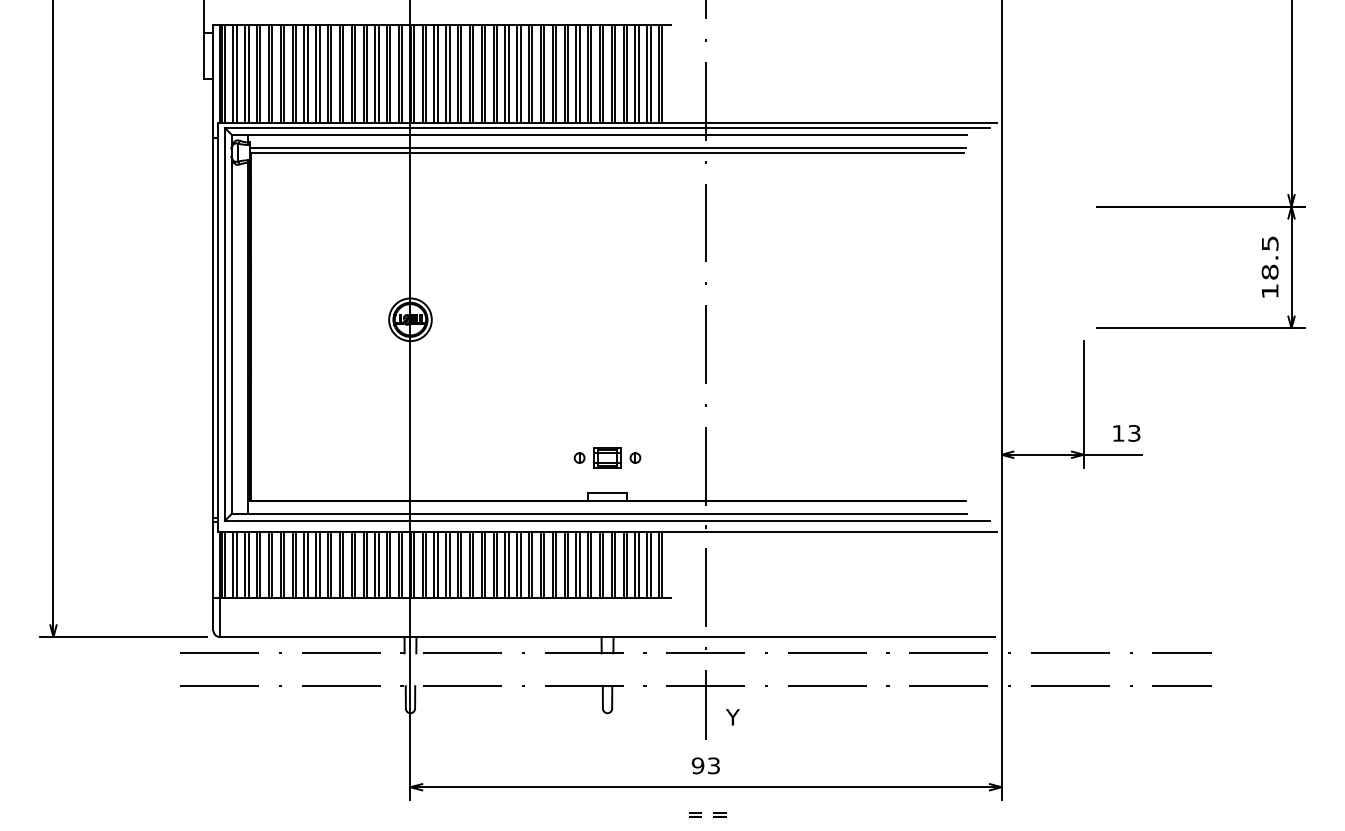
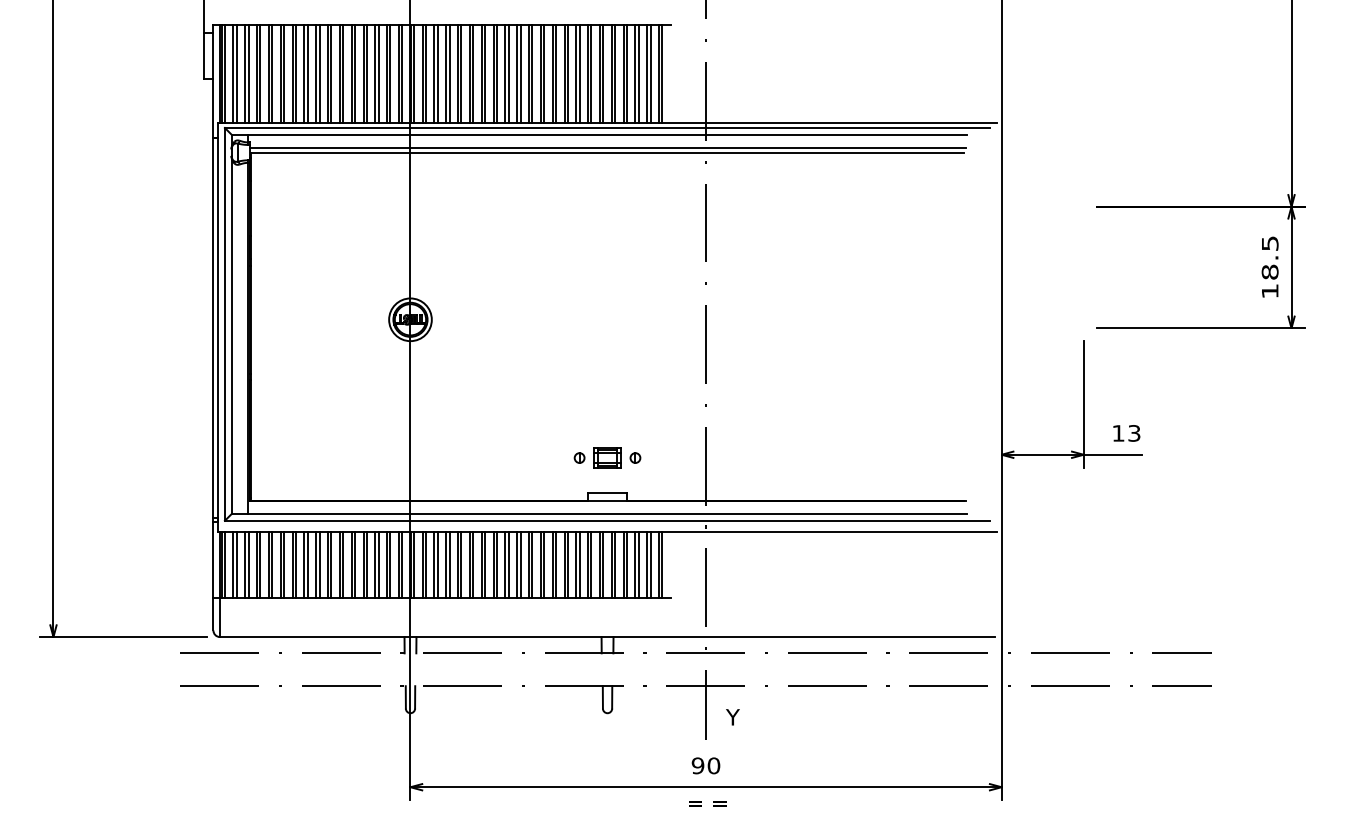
text at (713, 765): 93 -> 90
text at (707, 814) position: (707, 814) -> (707, 803)
